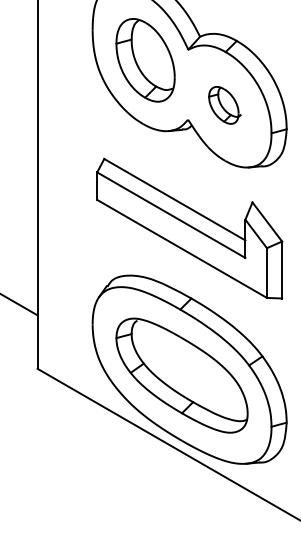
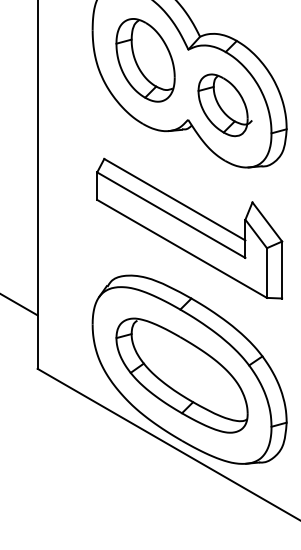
part at (224, 105) size: 34x39 px -> 56x65 px
